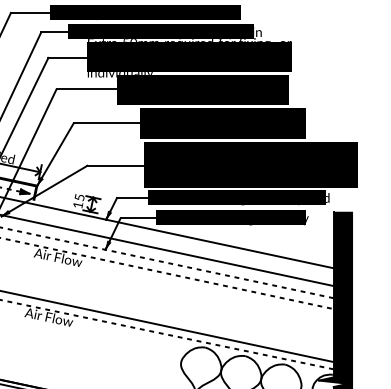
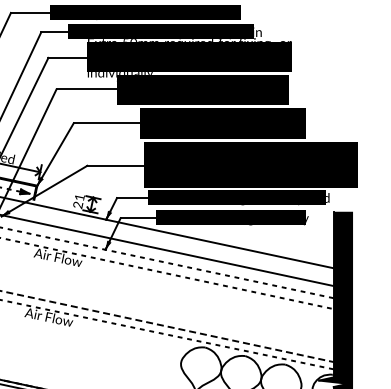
text at (78, 201): 15 -> 21
line at (145, 321): solid -> dashed
